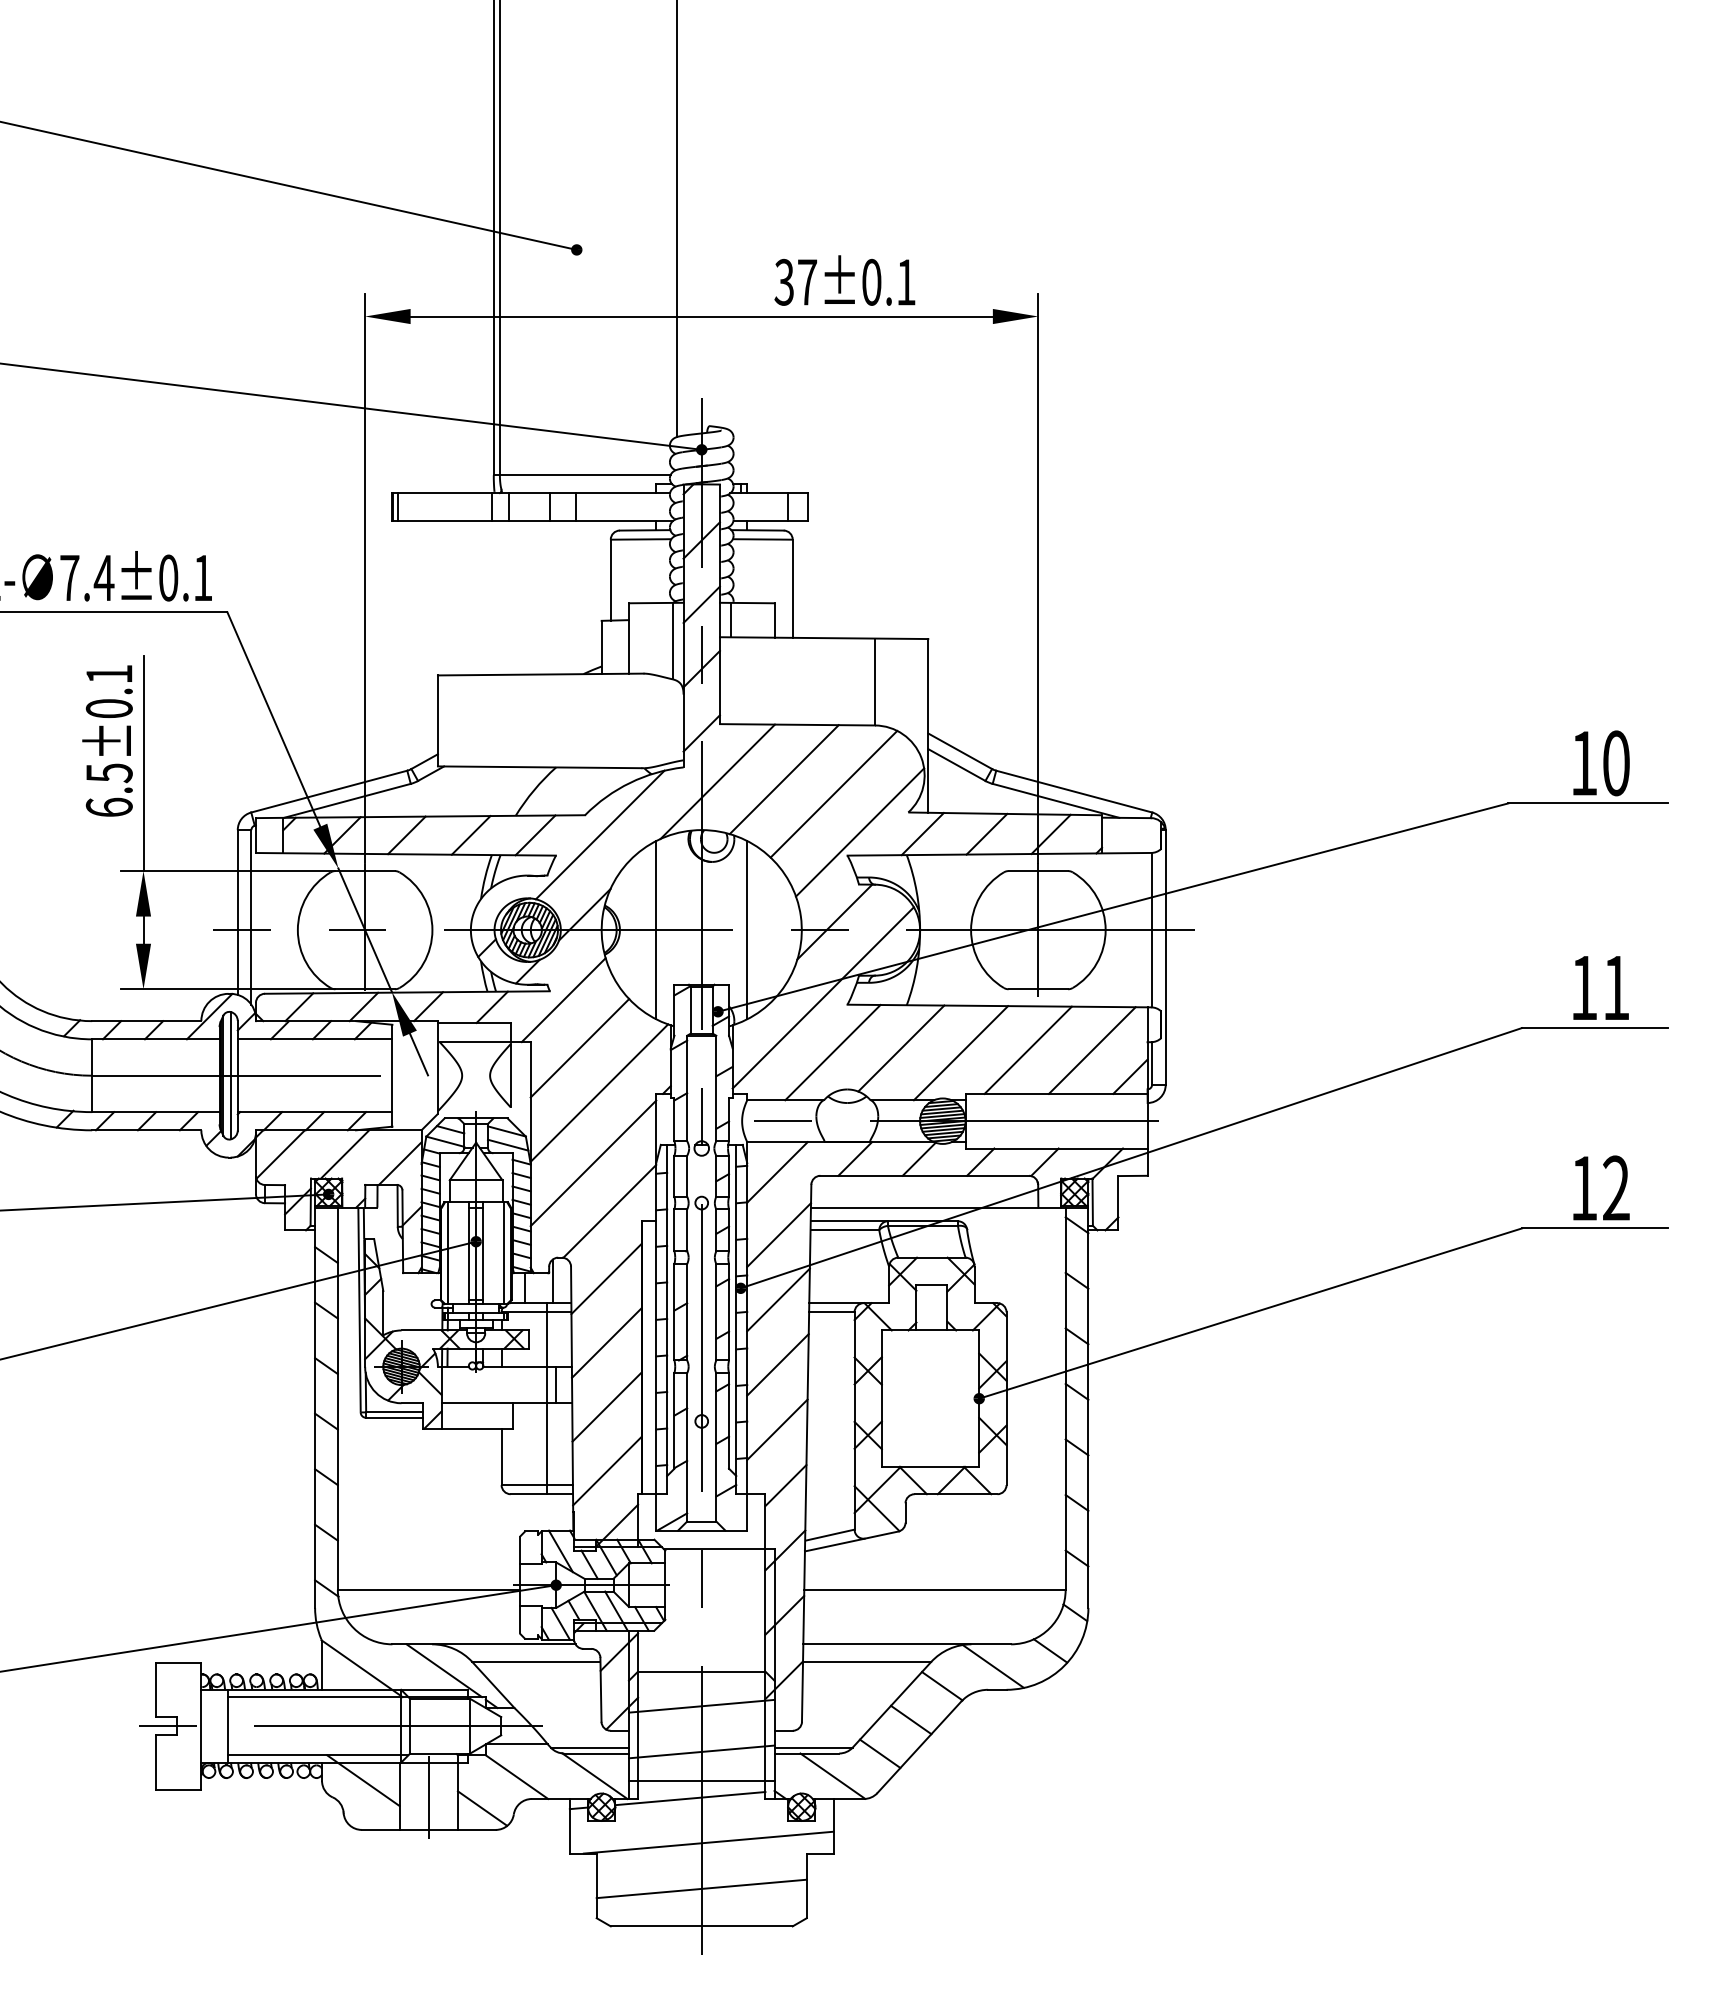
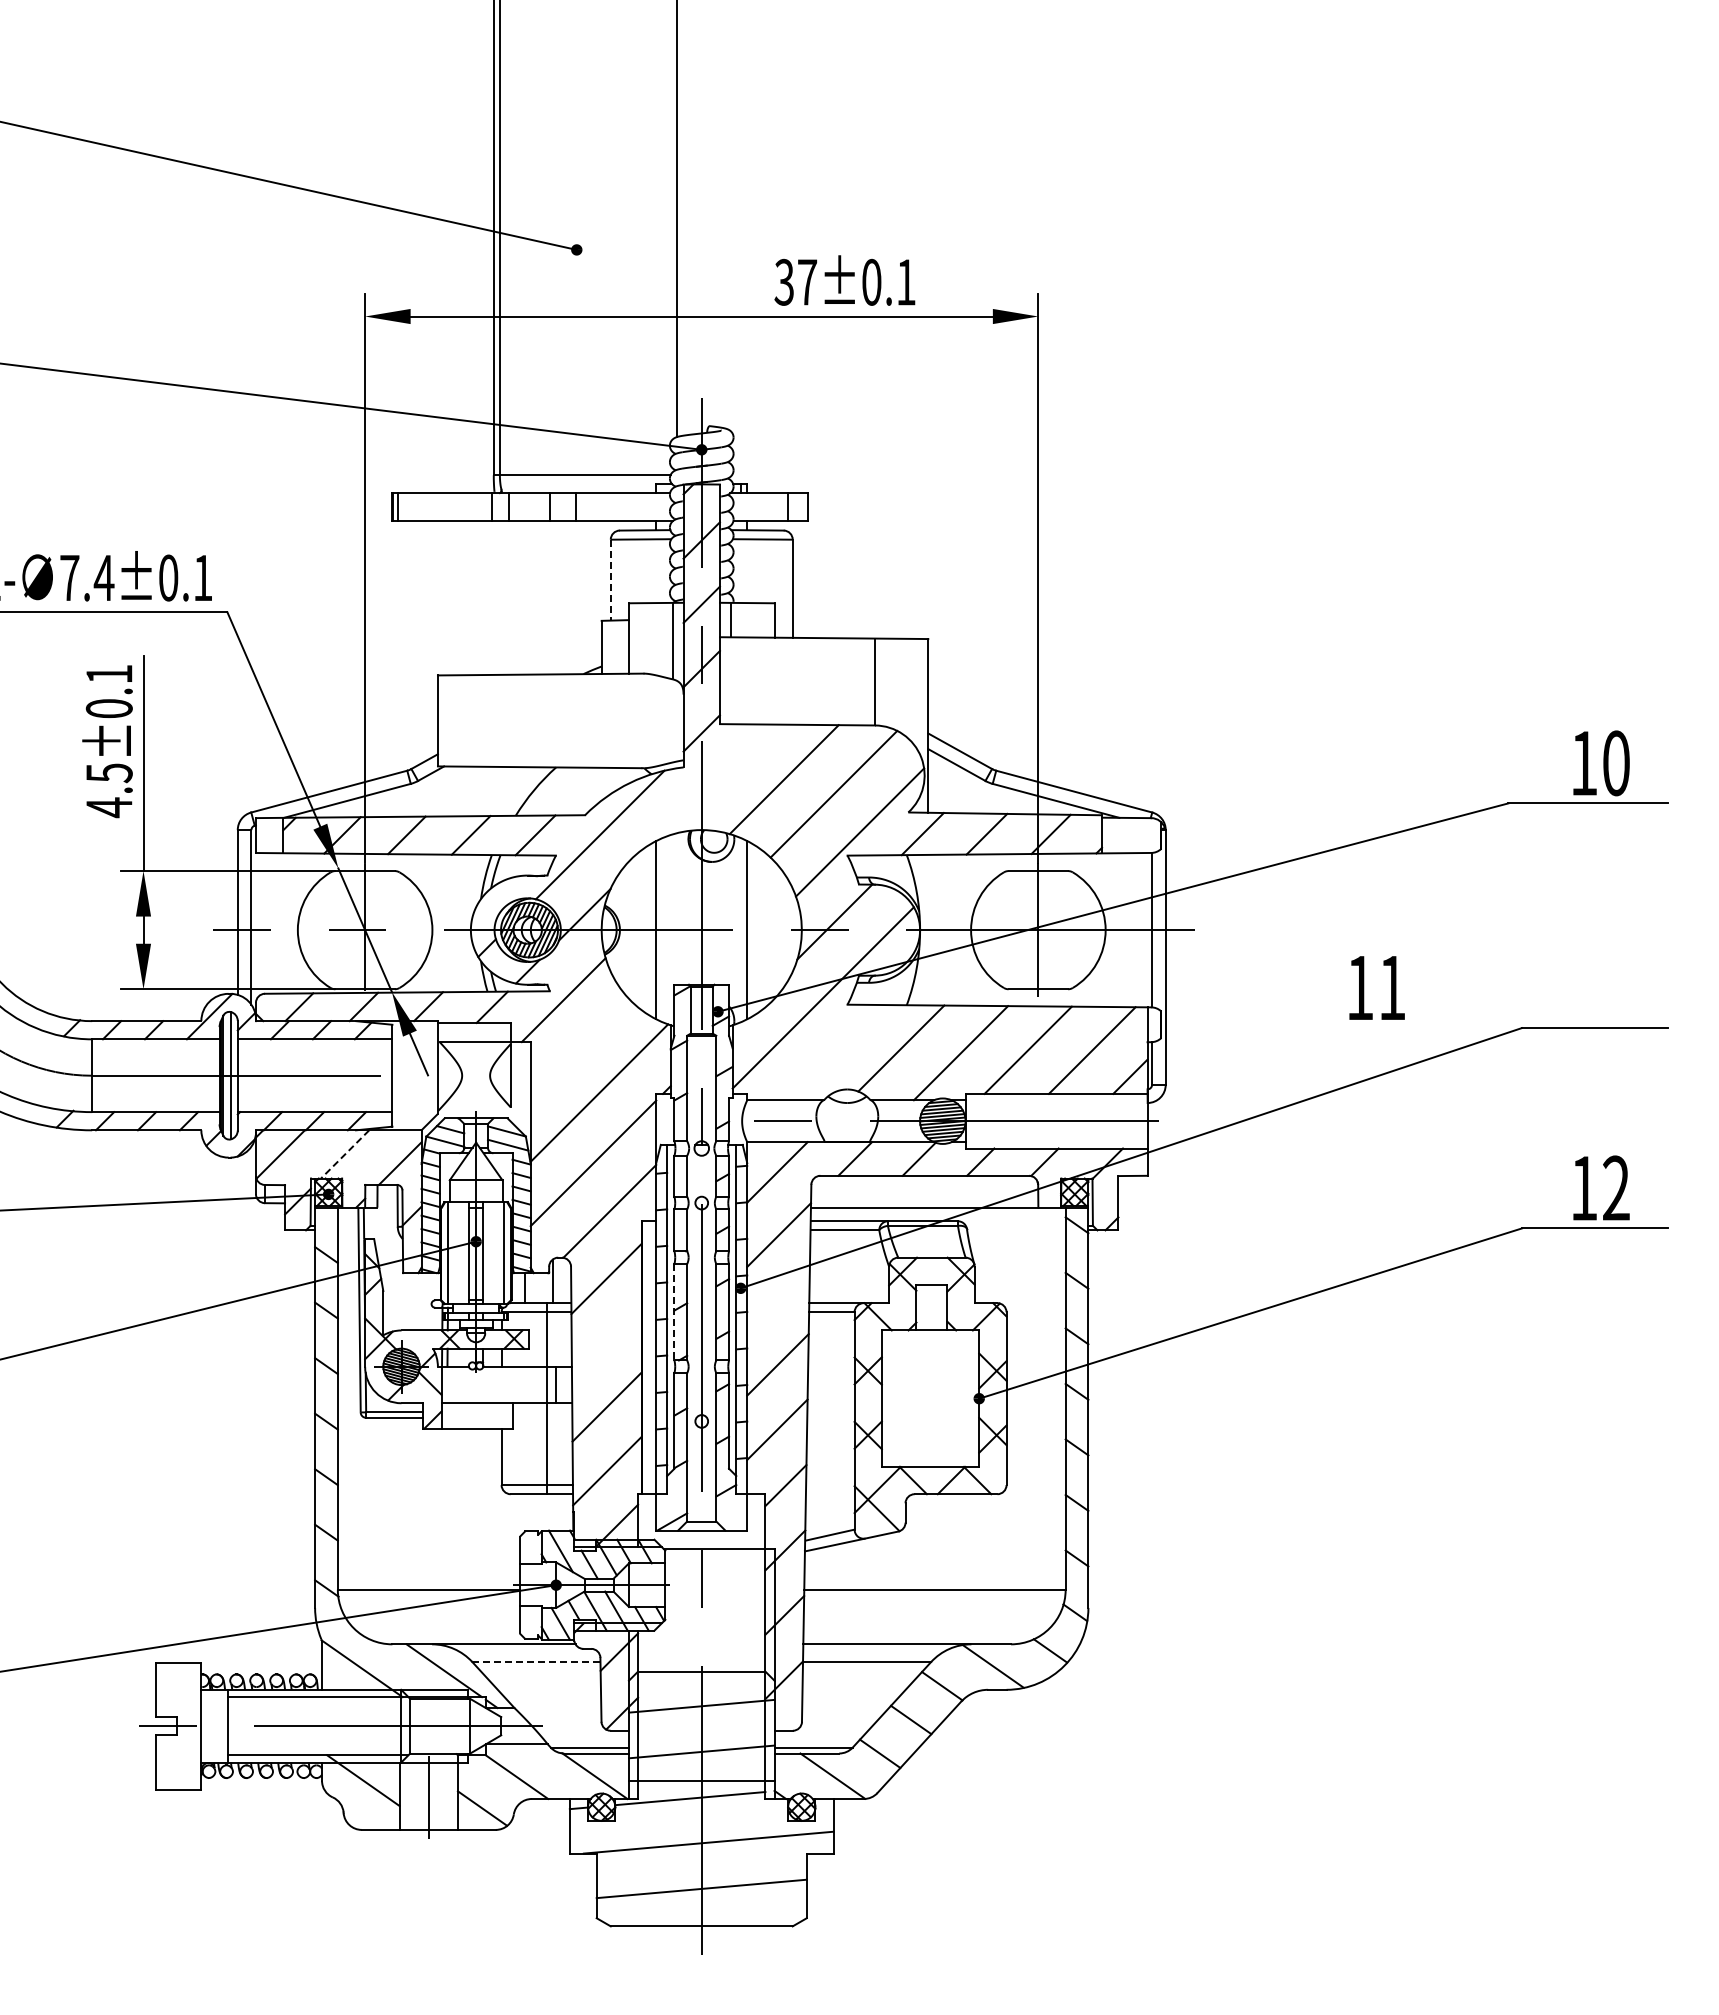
line at (610, 580): solid -> dashed
line at (717, 781): present -> none
text at (108, 807): 6.5±0.1 -> 4.5±0.1
text at (1600, 987) position: (1600, 987) -> (1376, 987)
line at (579, 1048): present -> none
line at (832, 1052): present -> none
line at (344, 1154): solid -> dashed
line at (778, 1299): present -> none
line at (674, 1312): solid -> dashed
line at (606, 1342): present -> none
line at (535, 1662): solid -> dashed
